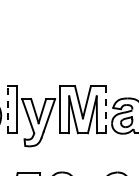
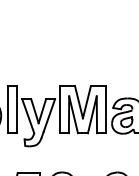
line at (8, 109): dashed -> solid
line at (106, 110): dashed -> solid
